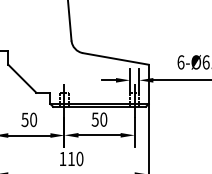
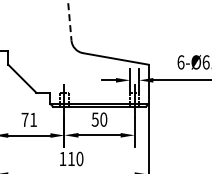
line at (69, 20): solid -> dashed
text at (29, 119): 50 -> 71
